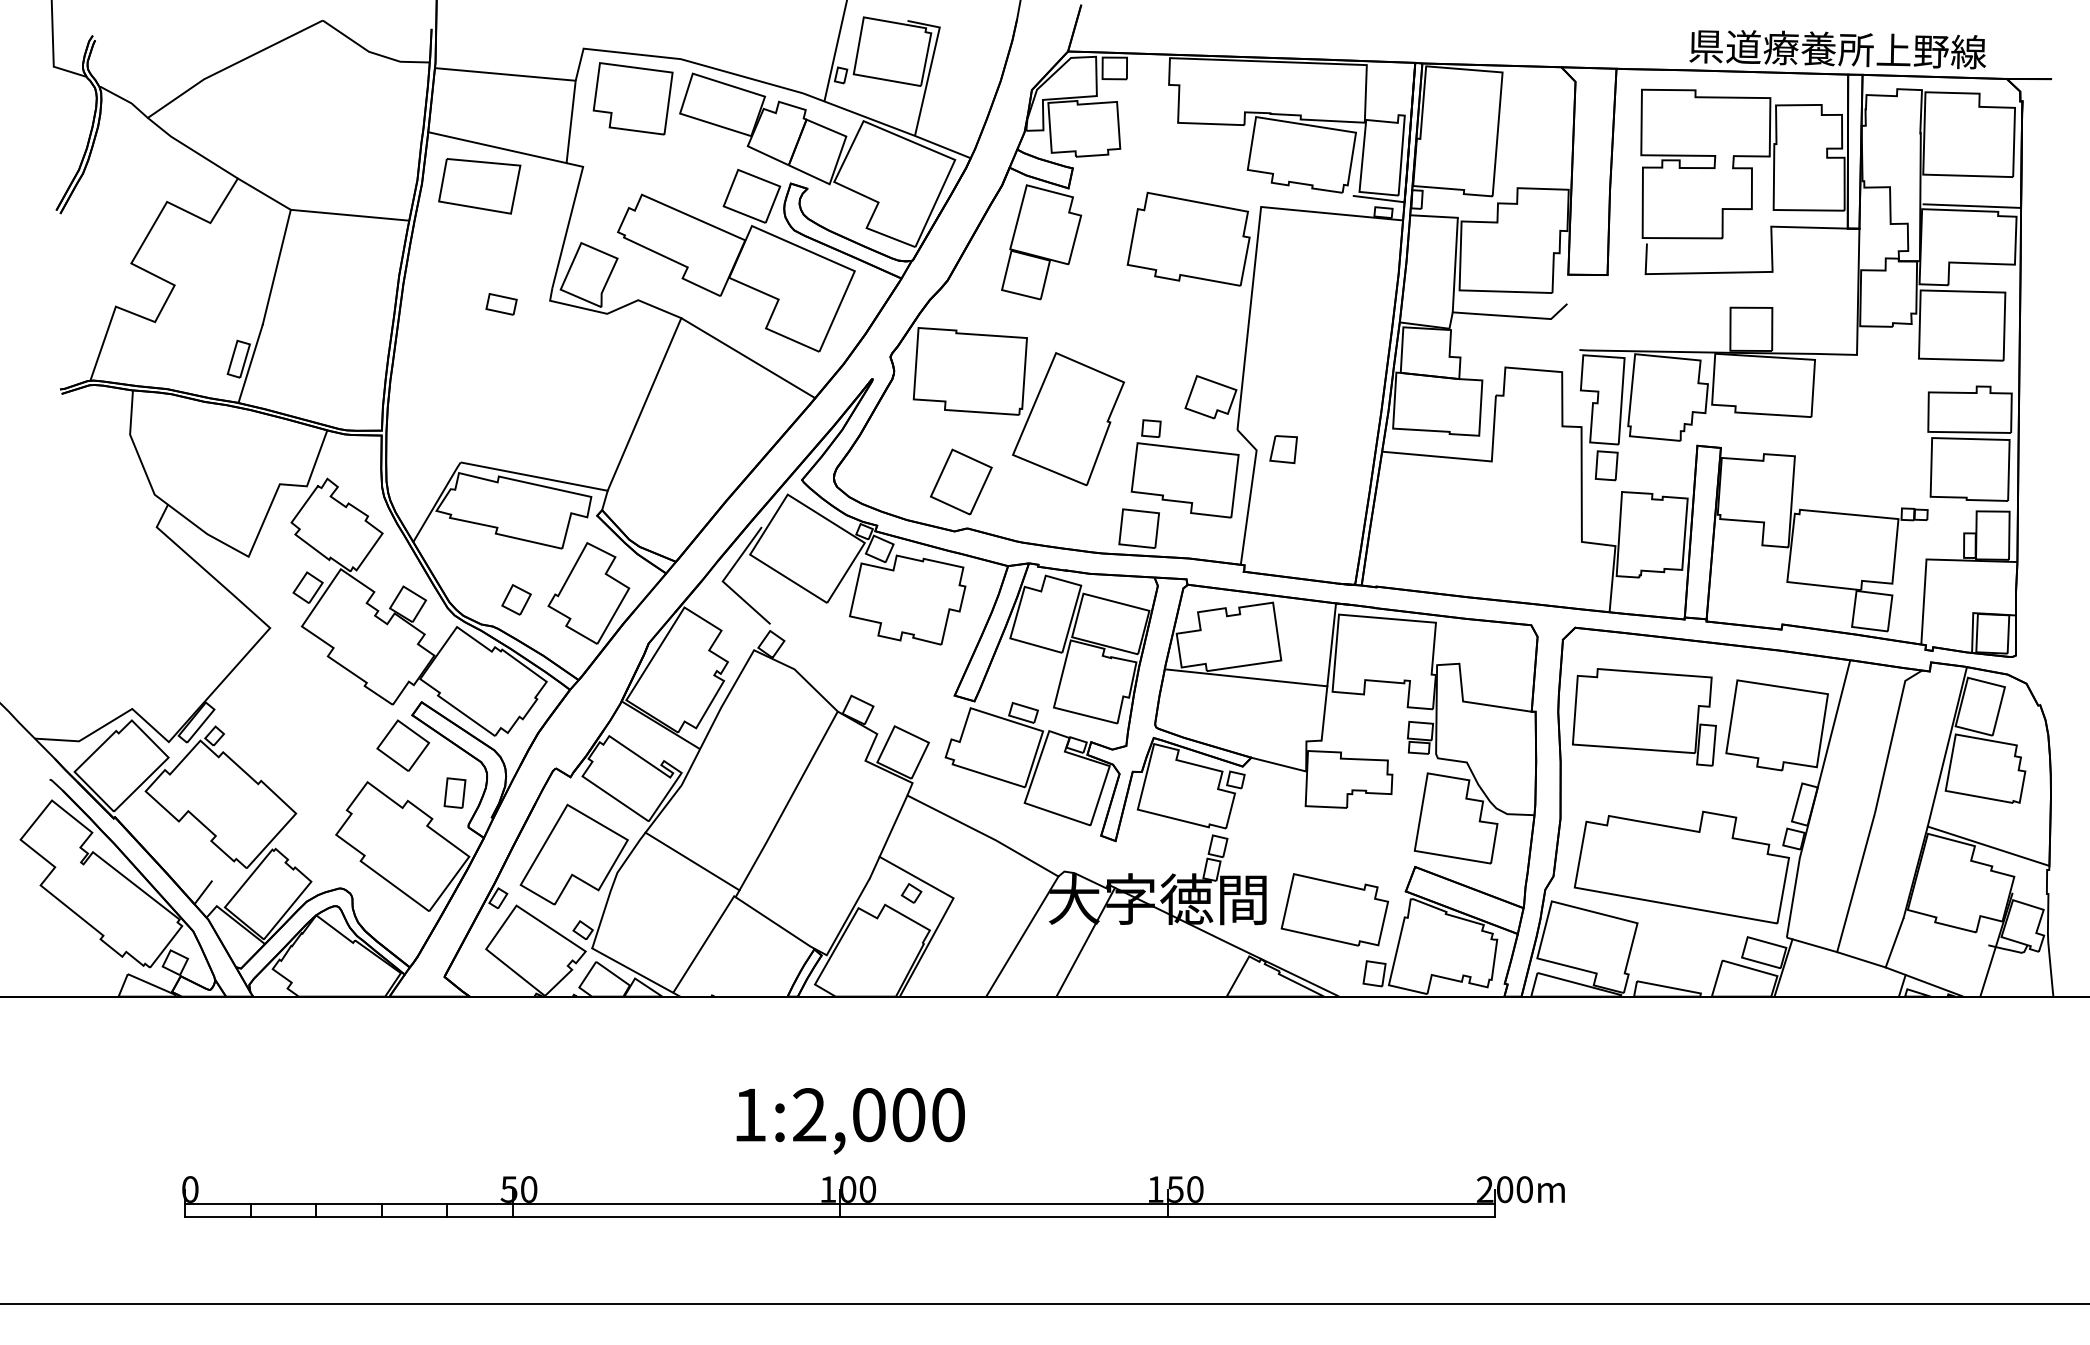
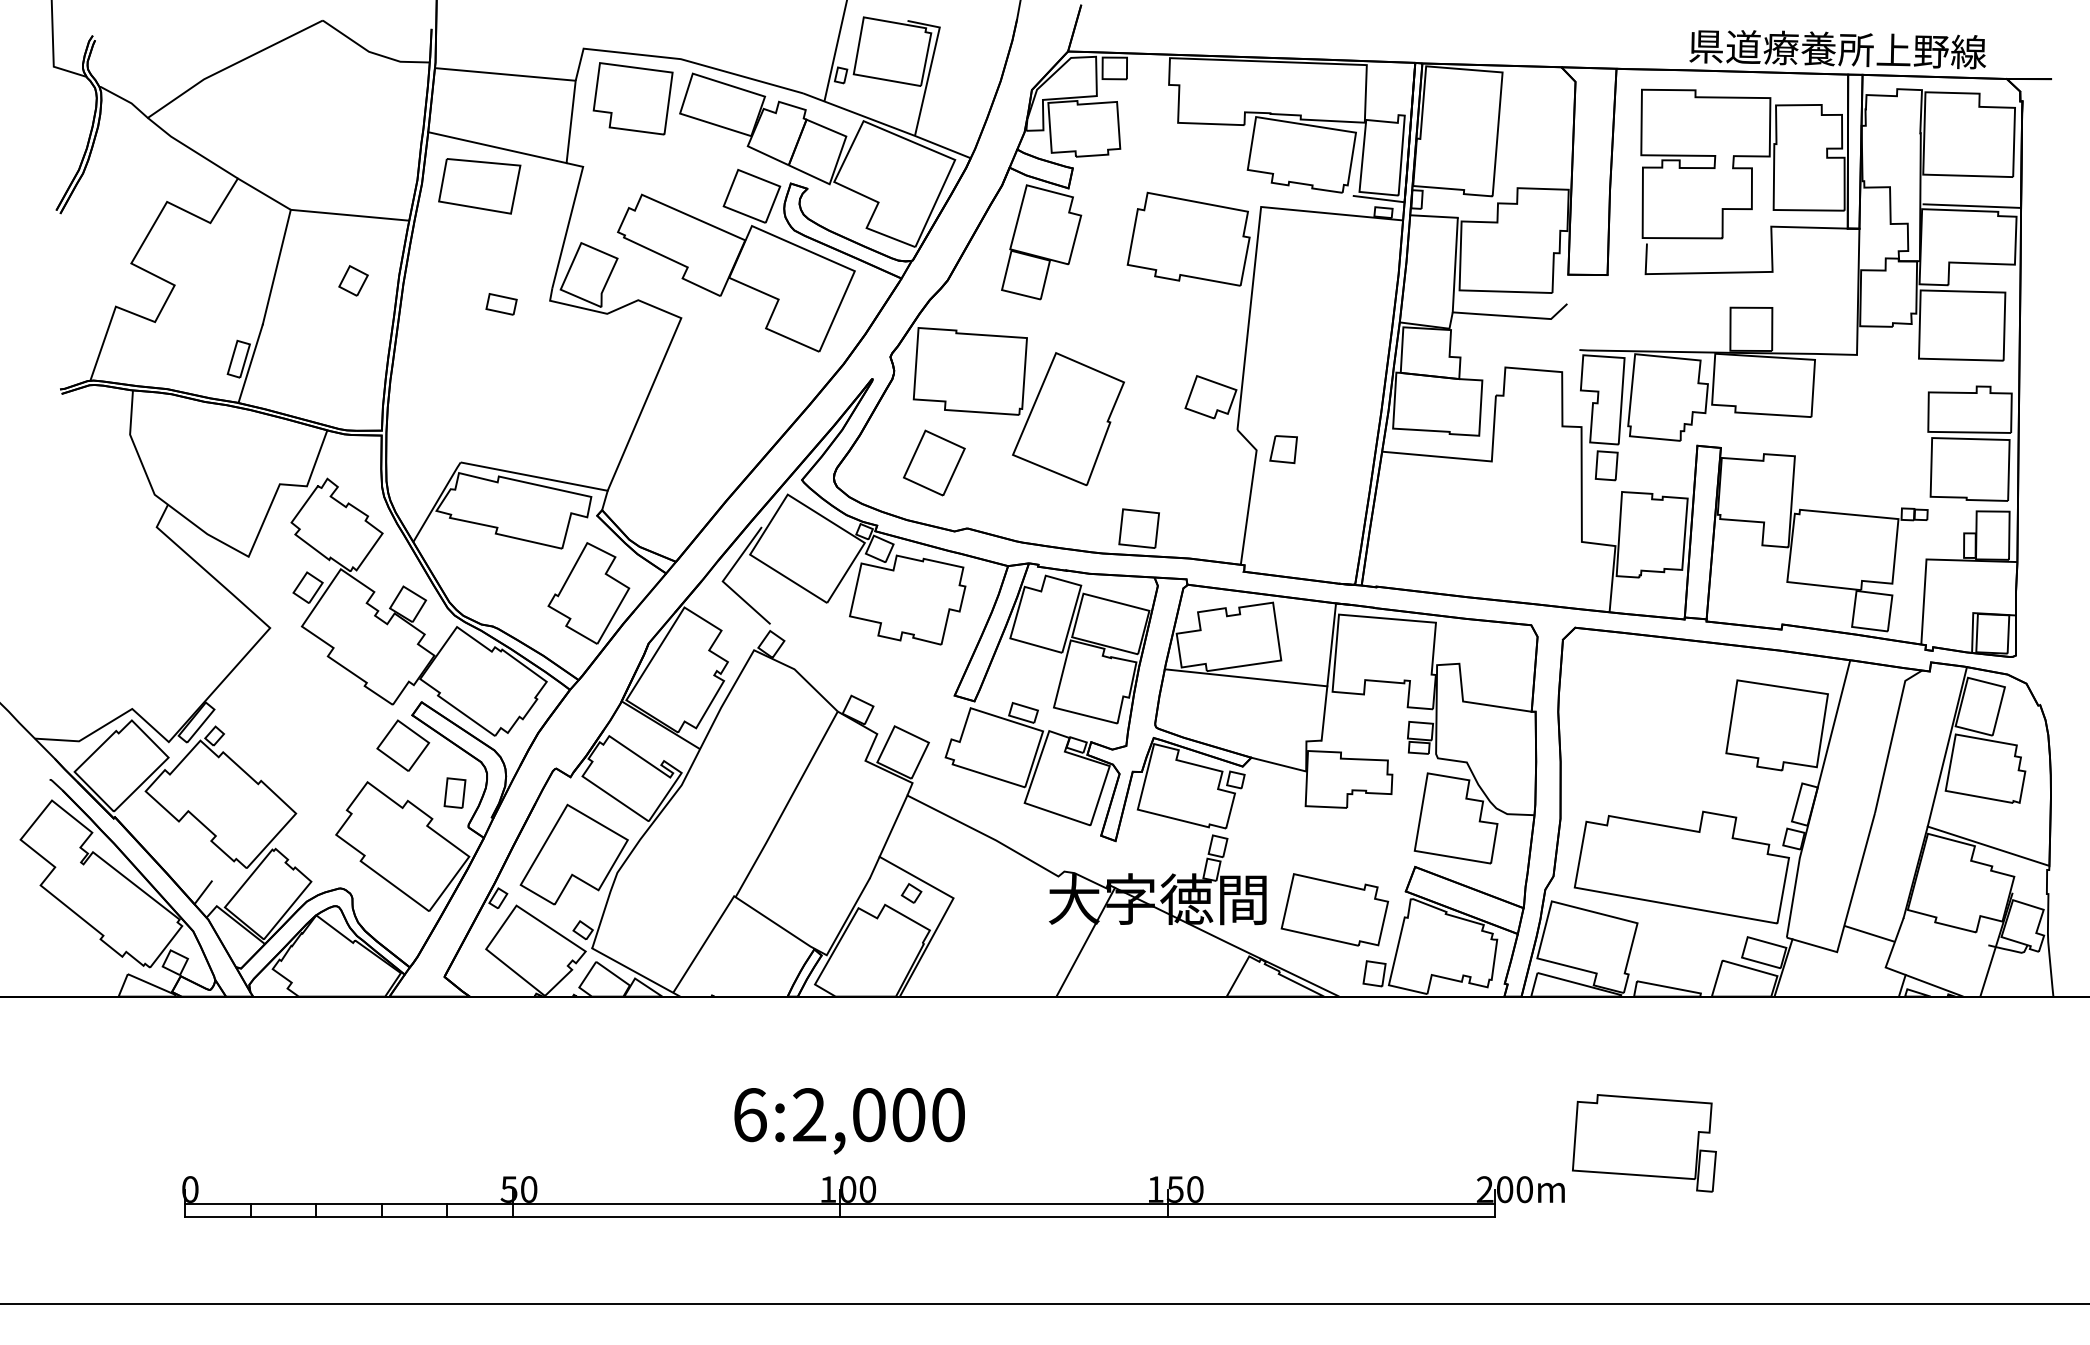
line at (748, 358): present -> none
part at (1184, 468): present -> none
part at (961, 481) position: (961, 481) -> (934, 462)
part at (516, 599) position: (516, 599) -> (353, 280)
part at (1644, 717) position: (1644, 717) -> (1644, 1143)
line at (692, 861): present -> none
line at (1022, 936): present -> none
line at (1861, 959) position: (1861, 959) -> (1869, 933)
text at (750, 1115): 1:2,000 -> 6:2,000
